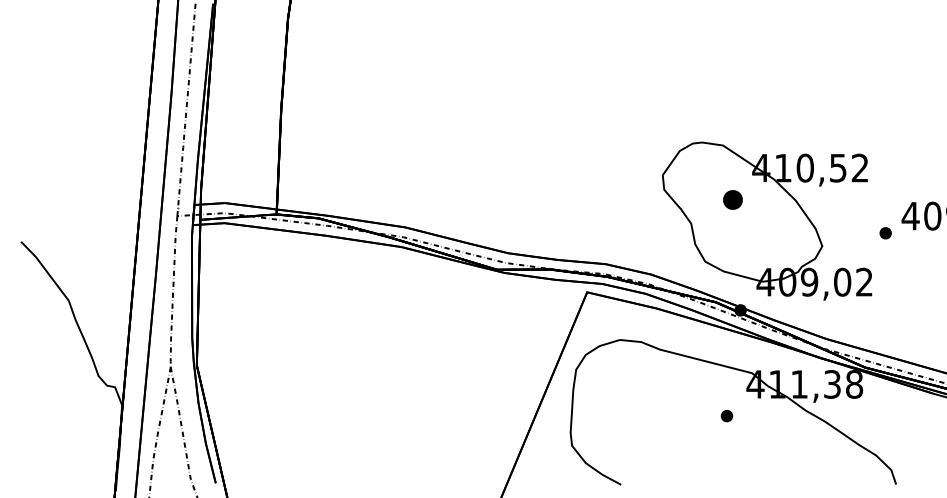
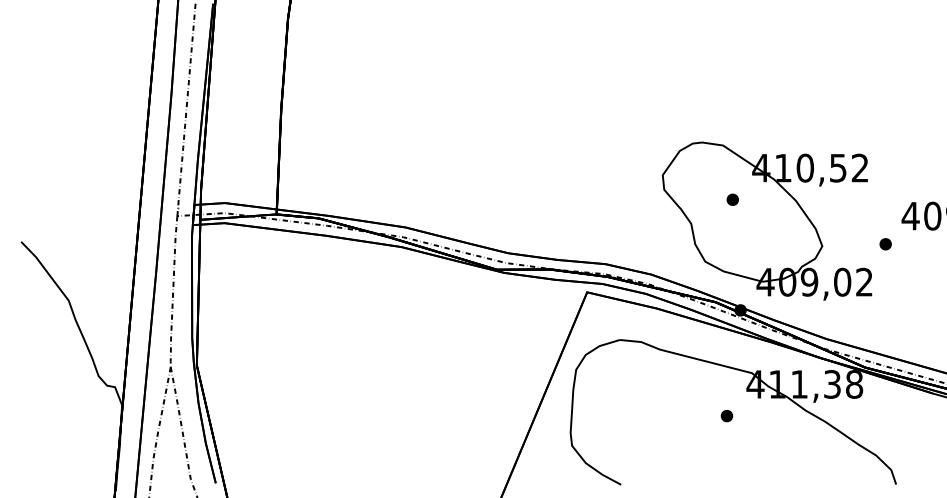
part at (732, 199) size: 20x20 px -> 13x13 px
part at (885, 233) position: (885, 233) -> (885, 244)
